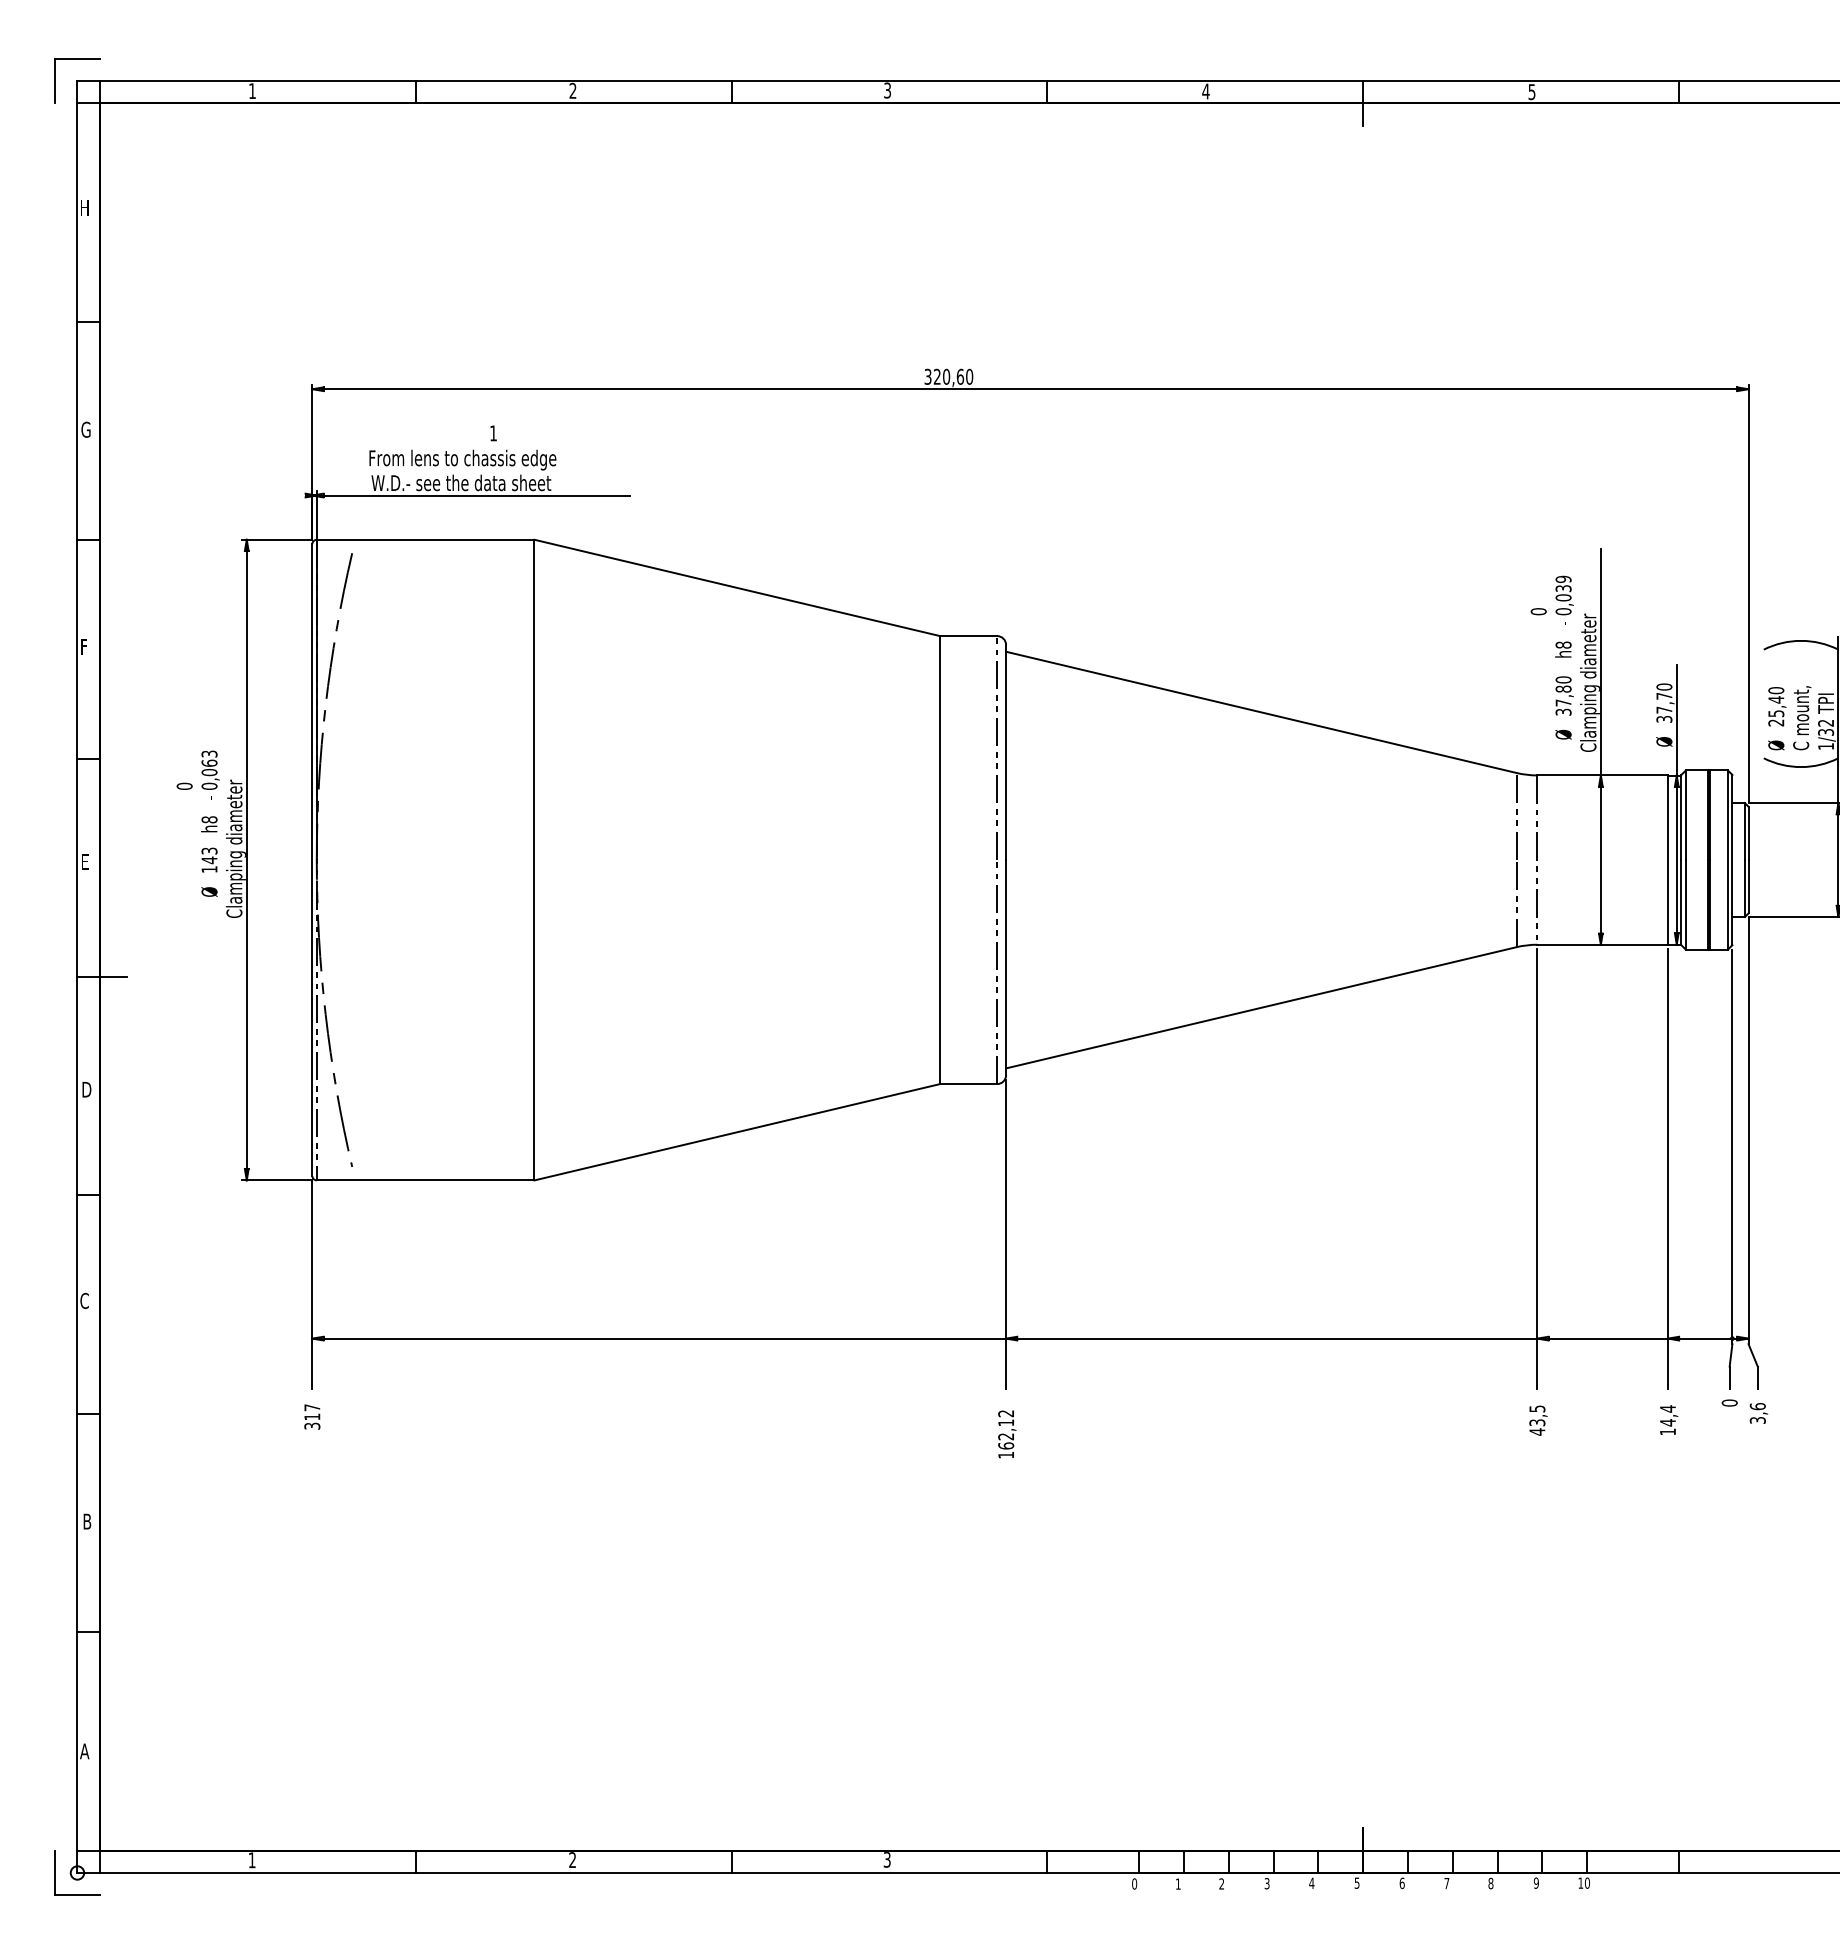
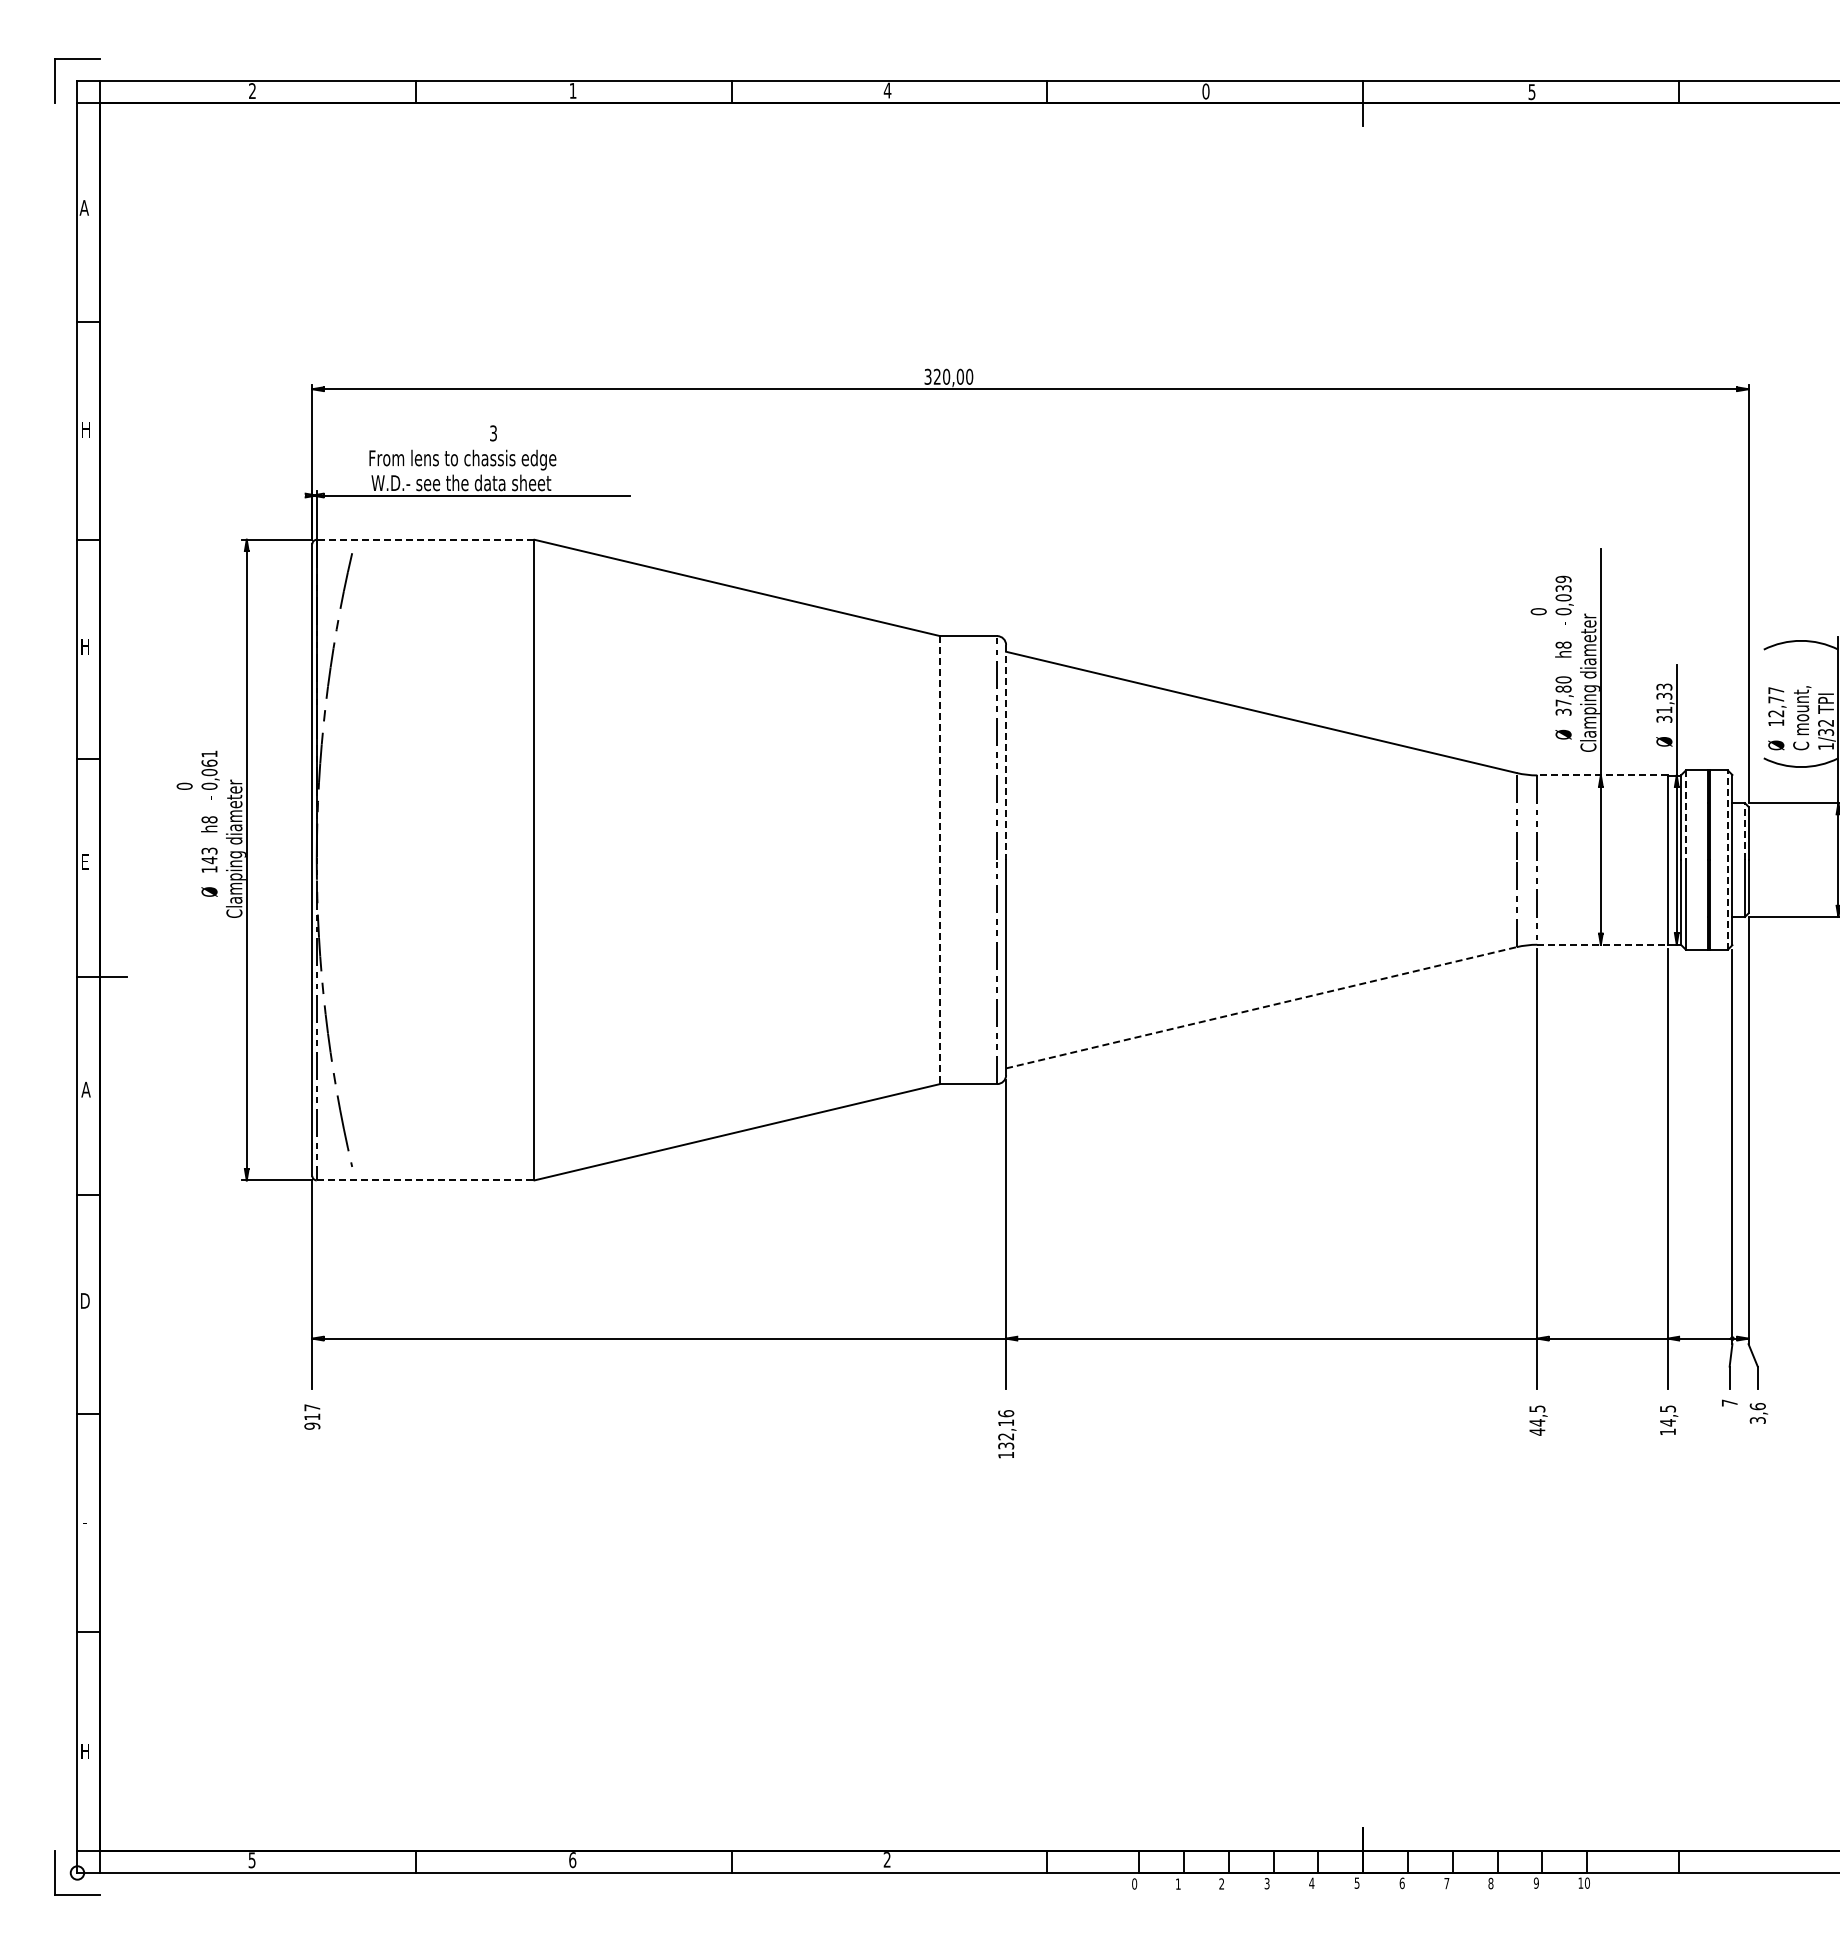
text at (252, 90): 1 -> 2
text at (572, 90): 2 -> 1
text at (887, 90): 3 -> 4
text at (1205, 91): 4 -> 0
text at (83, 207): H -> A
text at (960, 376): 320,60 -> 320,00
text at (85, 429): G -> H
text at (493, 433): 1 -> 3
line at (425, 539): solid -> dashed
text at (85, 646): F -> H
text at (1664, 698): 37,70 -> 31,33
text at (1776, 706): 25,40 -> 12,77
line at (1006, 752): solid -> dashed
text at (209, 753): 0,063 -> 0,061
line at (1602, 775): solid -> dashed
line at (1685, 815): solid -> dashed
line at (1744, 831): solid -> dashed
line at (940, 860): solid -> dashed
line at (1727, 860): solid -> dashed
line at (1603, 944): solid -> dashed
line at (1261, 1007): solid -> dashed
text at (86, 1089): D -> A
line at (425, 1180): solid -> dashed
text at (84, 1300): C -> D
text at (1729, 1402): 0 -> 7
text at (1668, 1408): 14,4 -> 14,5
text at (1537, 1422): 43,5 -> 44,5
text at (312, 1425): 317 -> 917
text at (1006, 1429): 162,12 -> 132,16
text at (87, 1521): B -> -
text at (84, 1751): A -> H
text at (886, 1859): 3 -> 2
text at (251, 1860): 1 -> 5
text at (572, 1860): 2 -> 6
